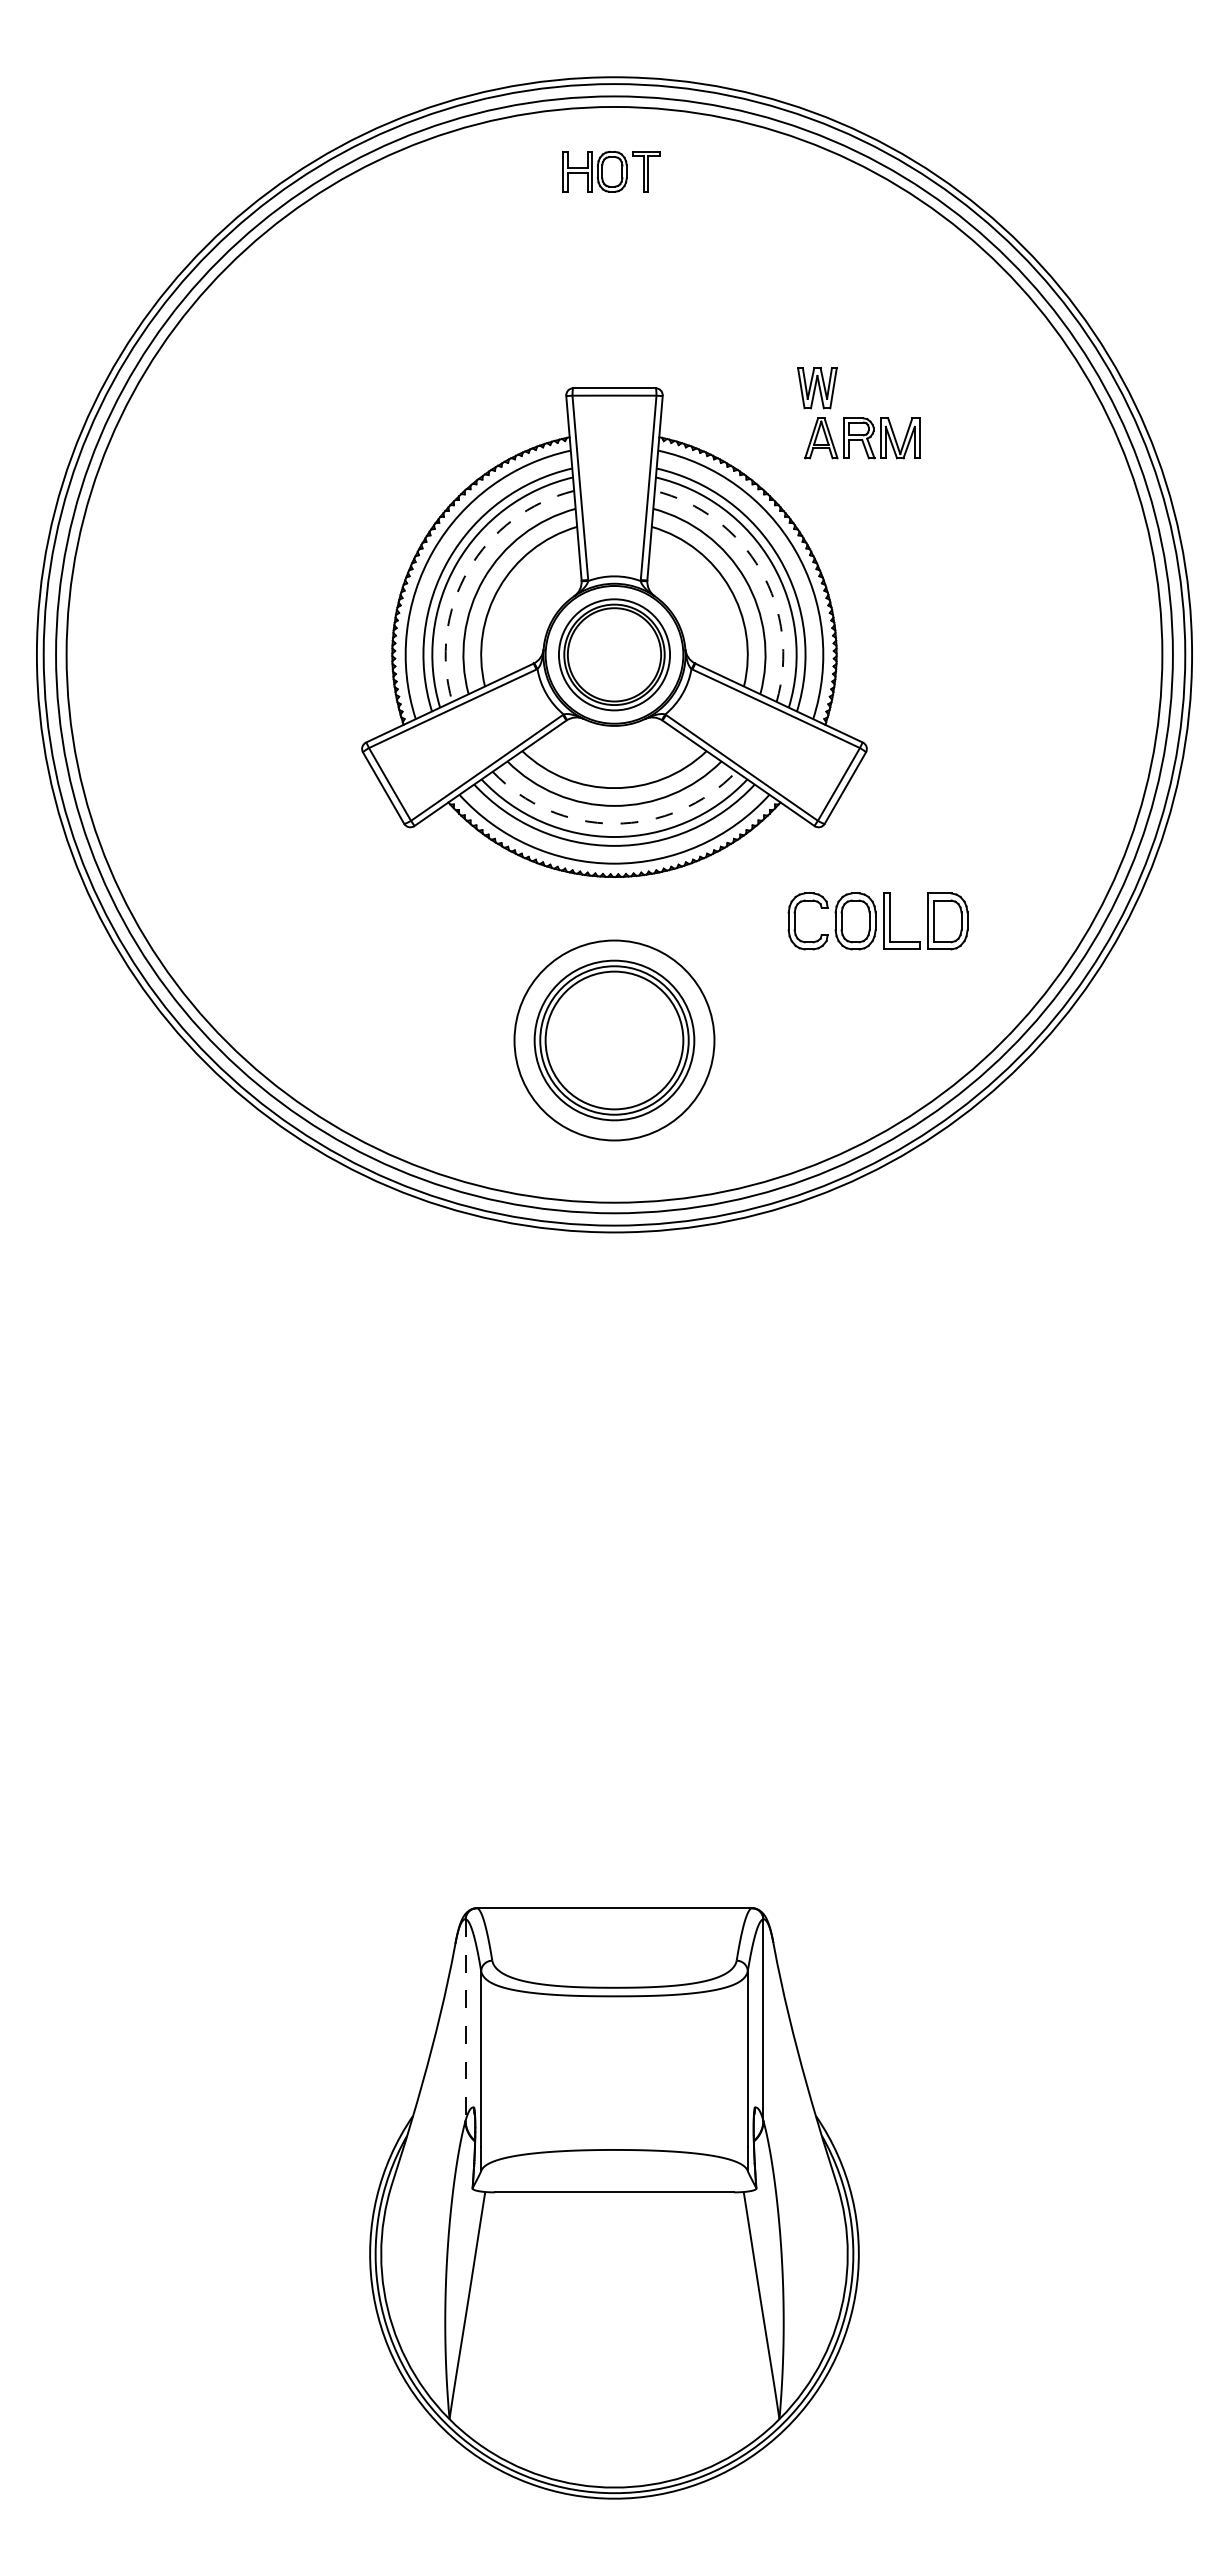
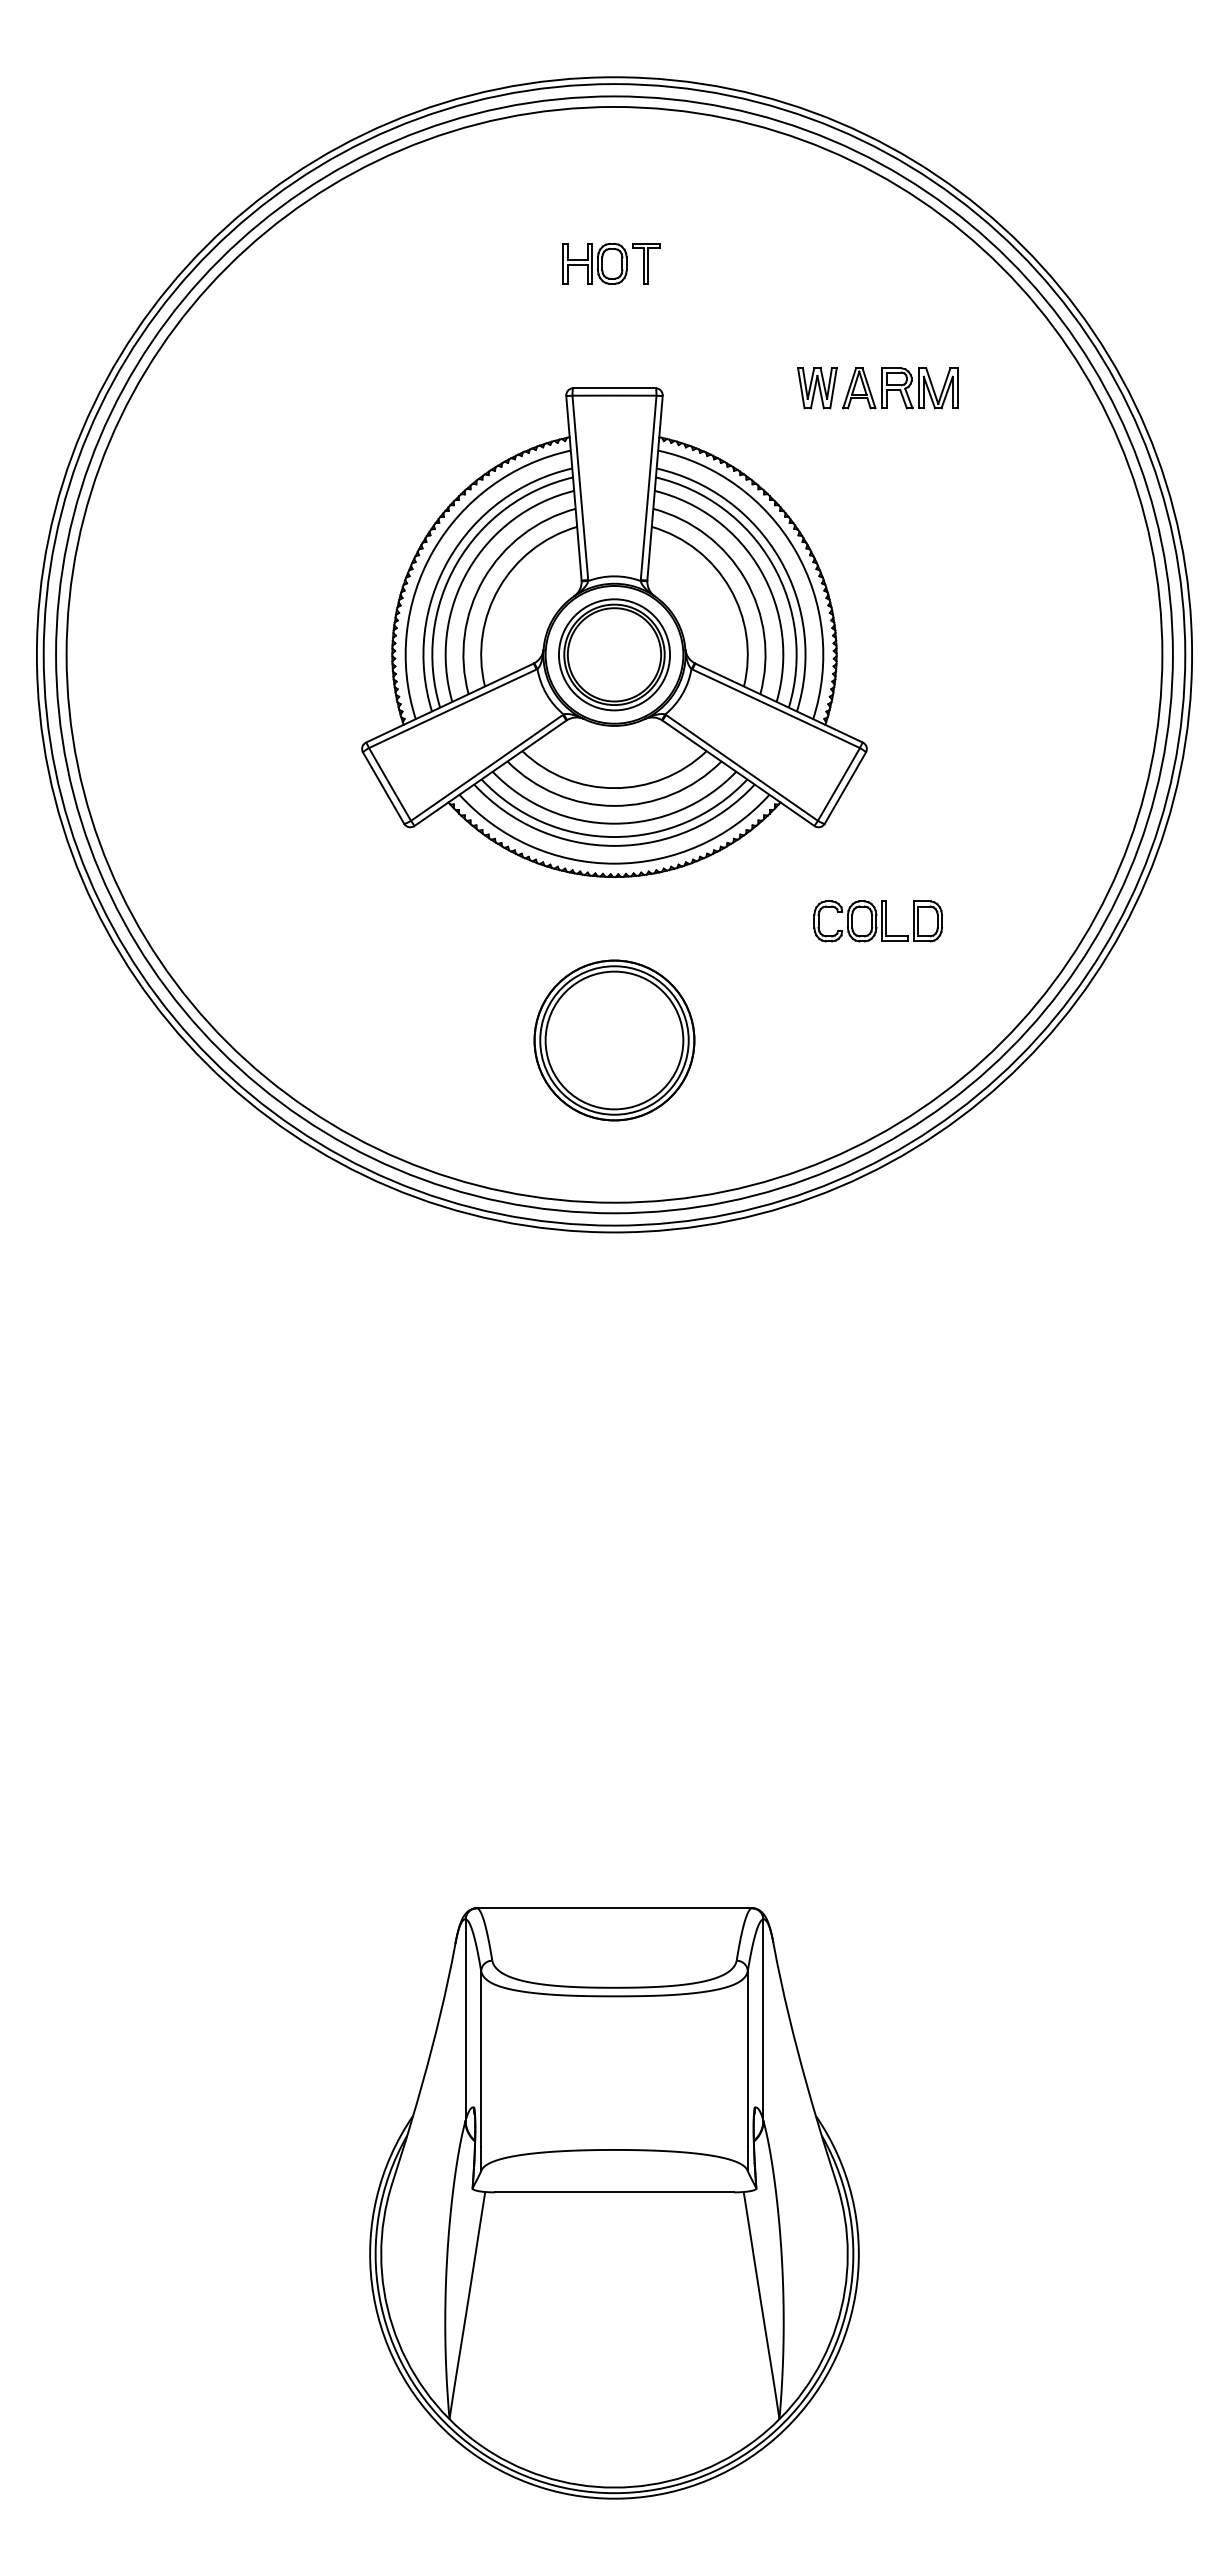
part at (611, 171) position: (611, 171) -> (611, 263)
part at (862, 438) position: (862, 438) -> (900, 388)
arc at (468, 570): dashed -> solid
arc at (760, 570): dashed -> solid
arc at (614, 823): dashed -> solid
part at (877, 921) size: 182x59 px -> 131x43 px
circle at (614, 1040) diameter: 200 px -> 160 px
line at (465, 2019): dashed -> solid
